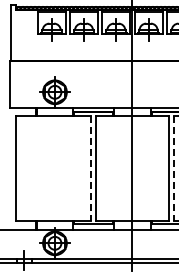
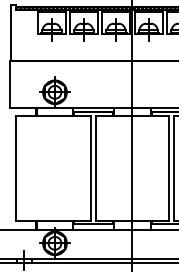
line at (91, 168): dashed -> solid
line at (173, 168): dashed -> solid
